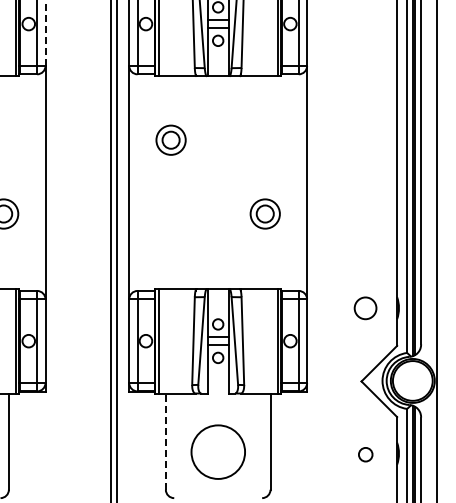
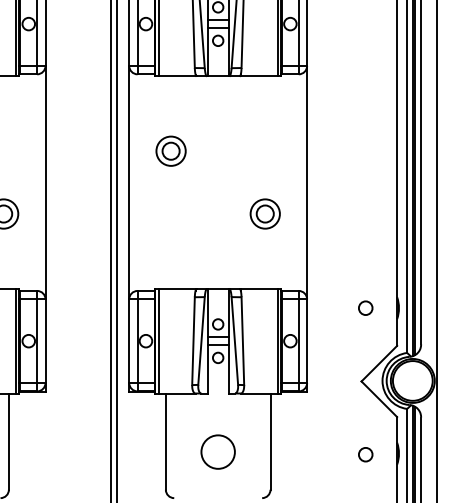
line at (45, 33): dashed -> solid
part at (170, 139) position: (170, 139) -> (170, 150)
circle at (365, 308) size: 25x25 px -> 16x16 px
line at (165, 441): dashed -> solid
circle at (217, 451) size: 56x56 px -> 36x36 px
